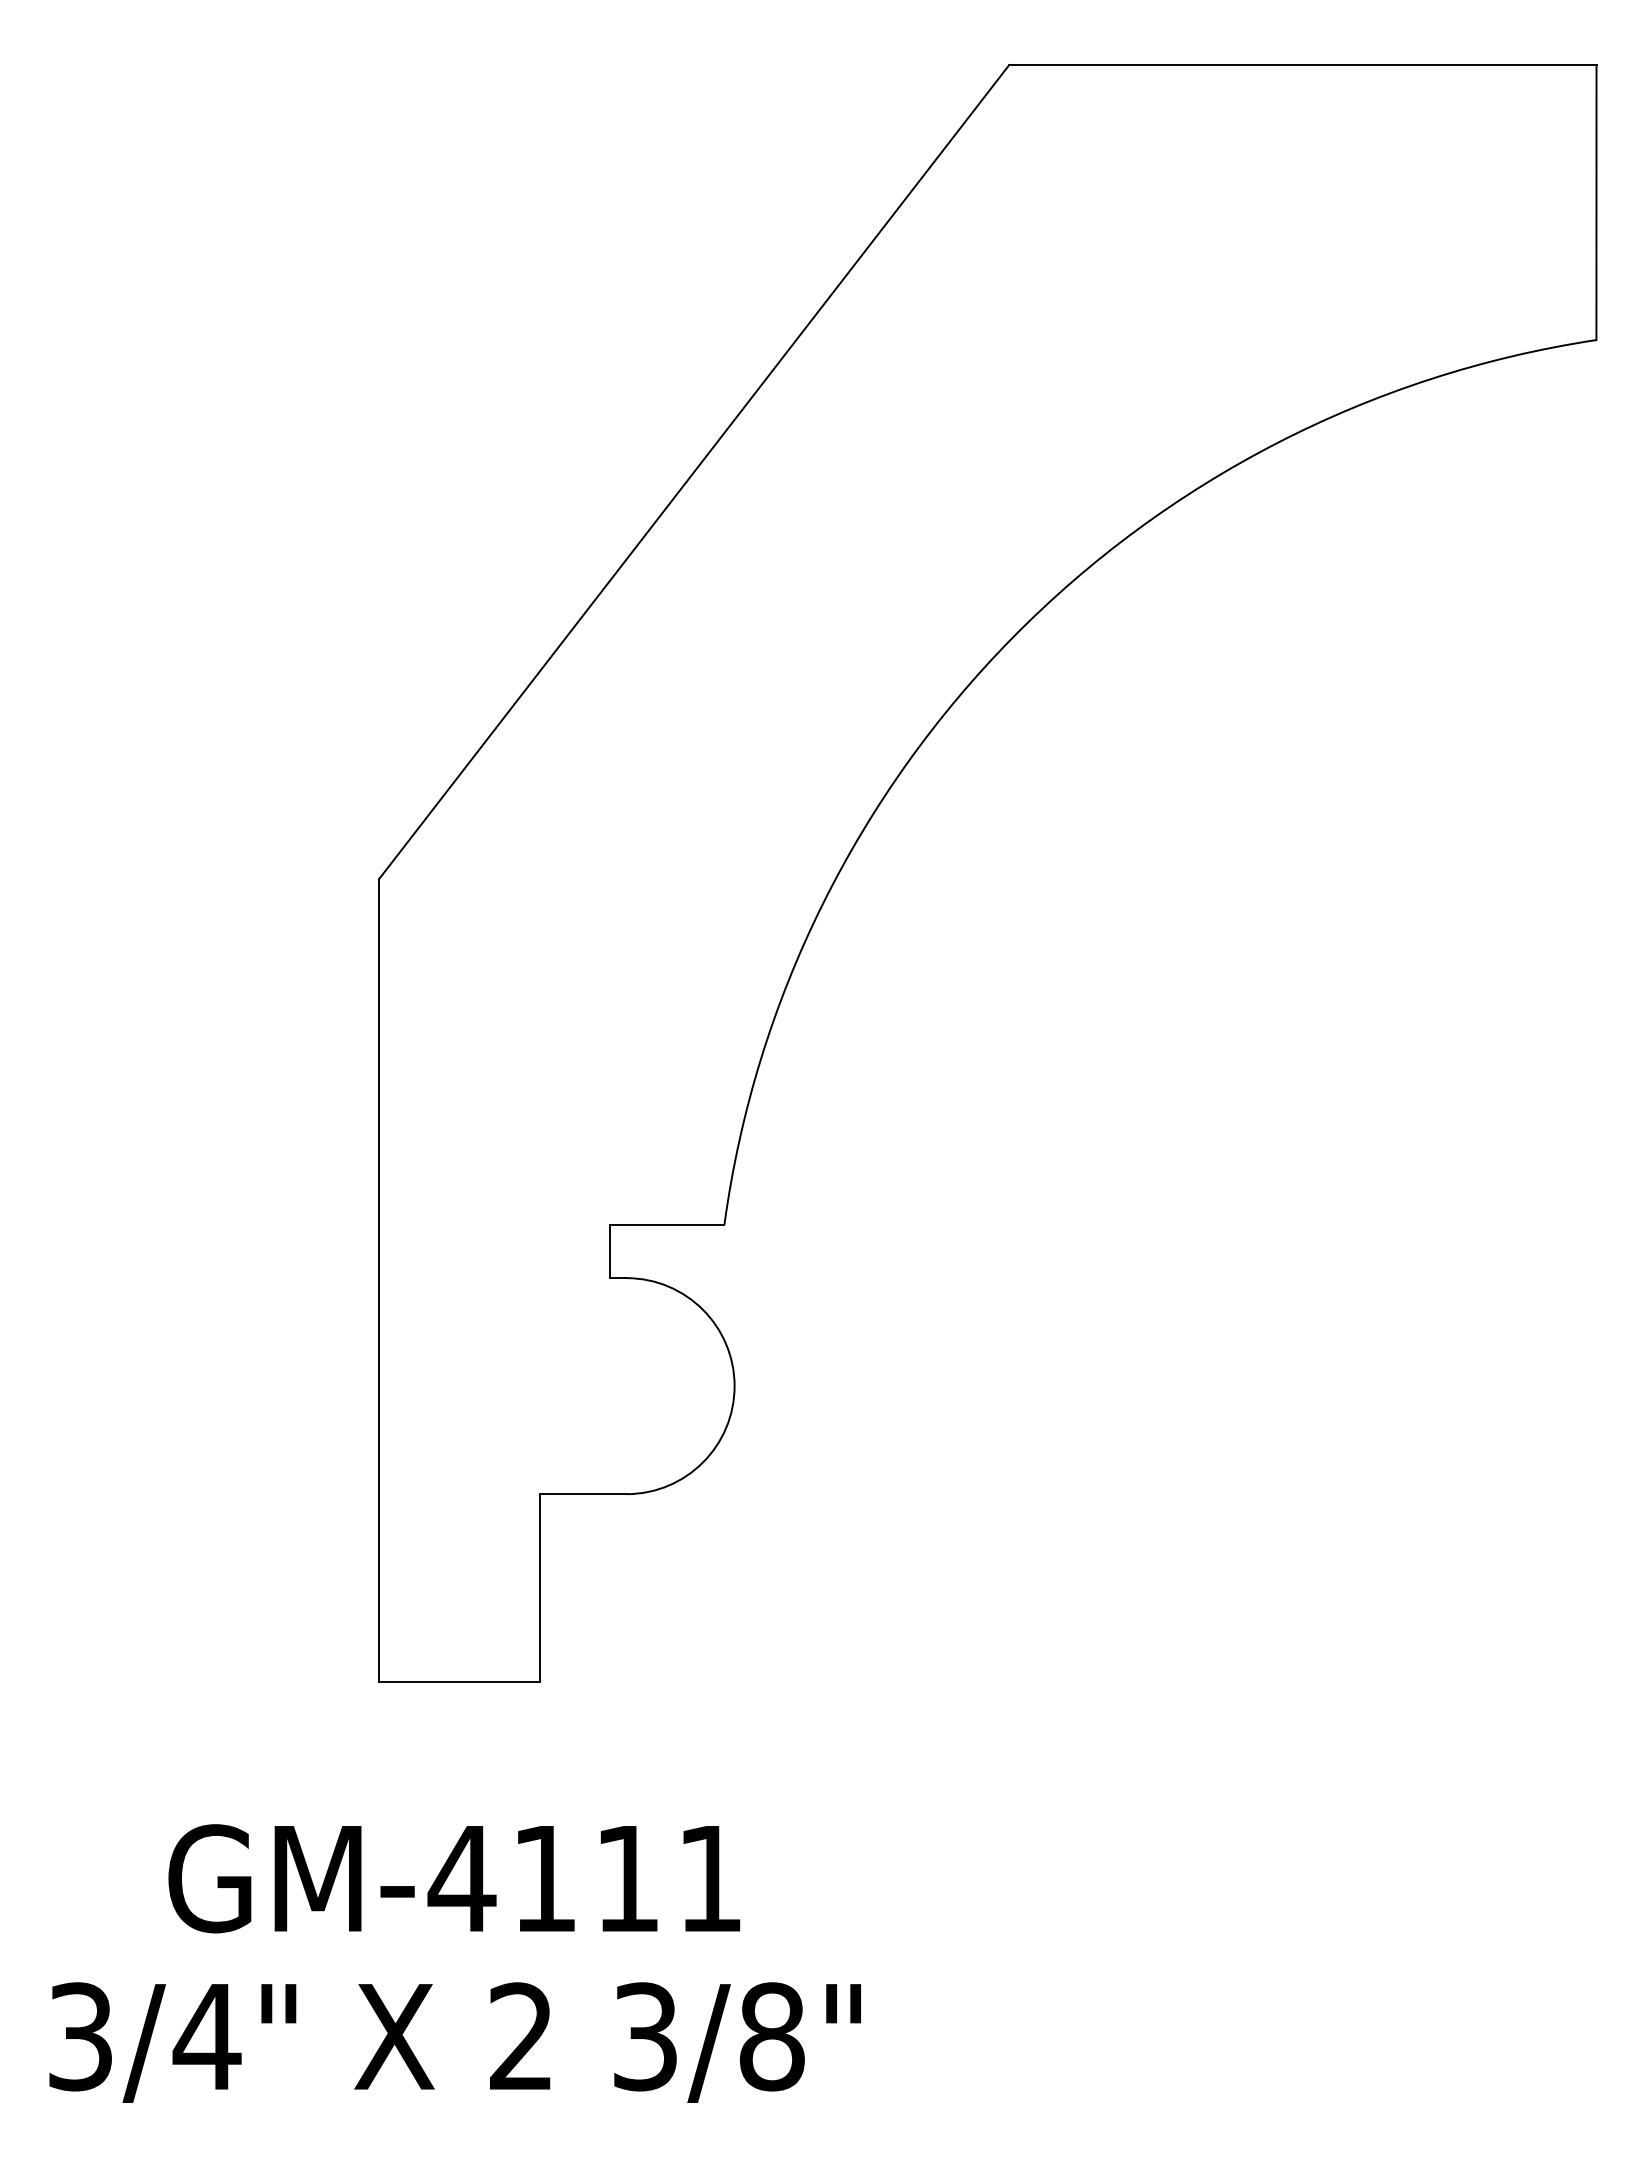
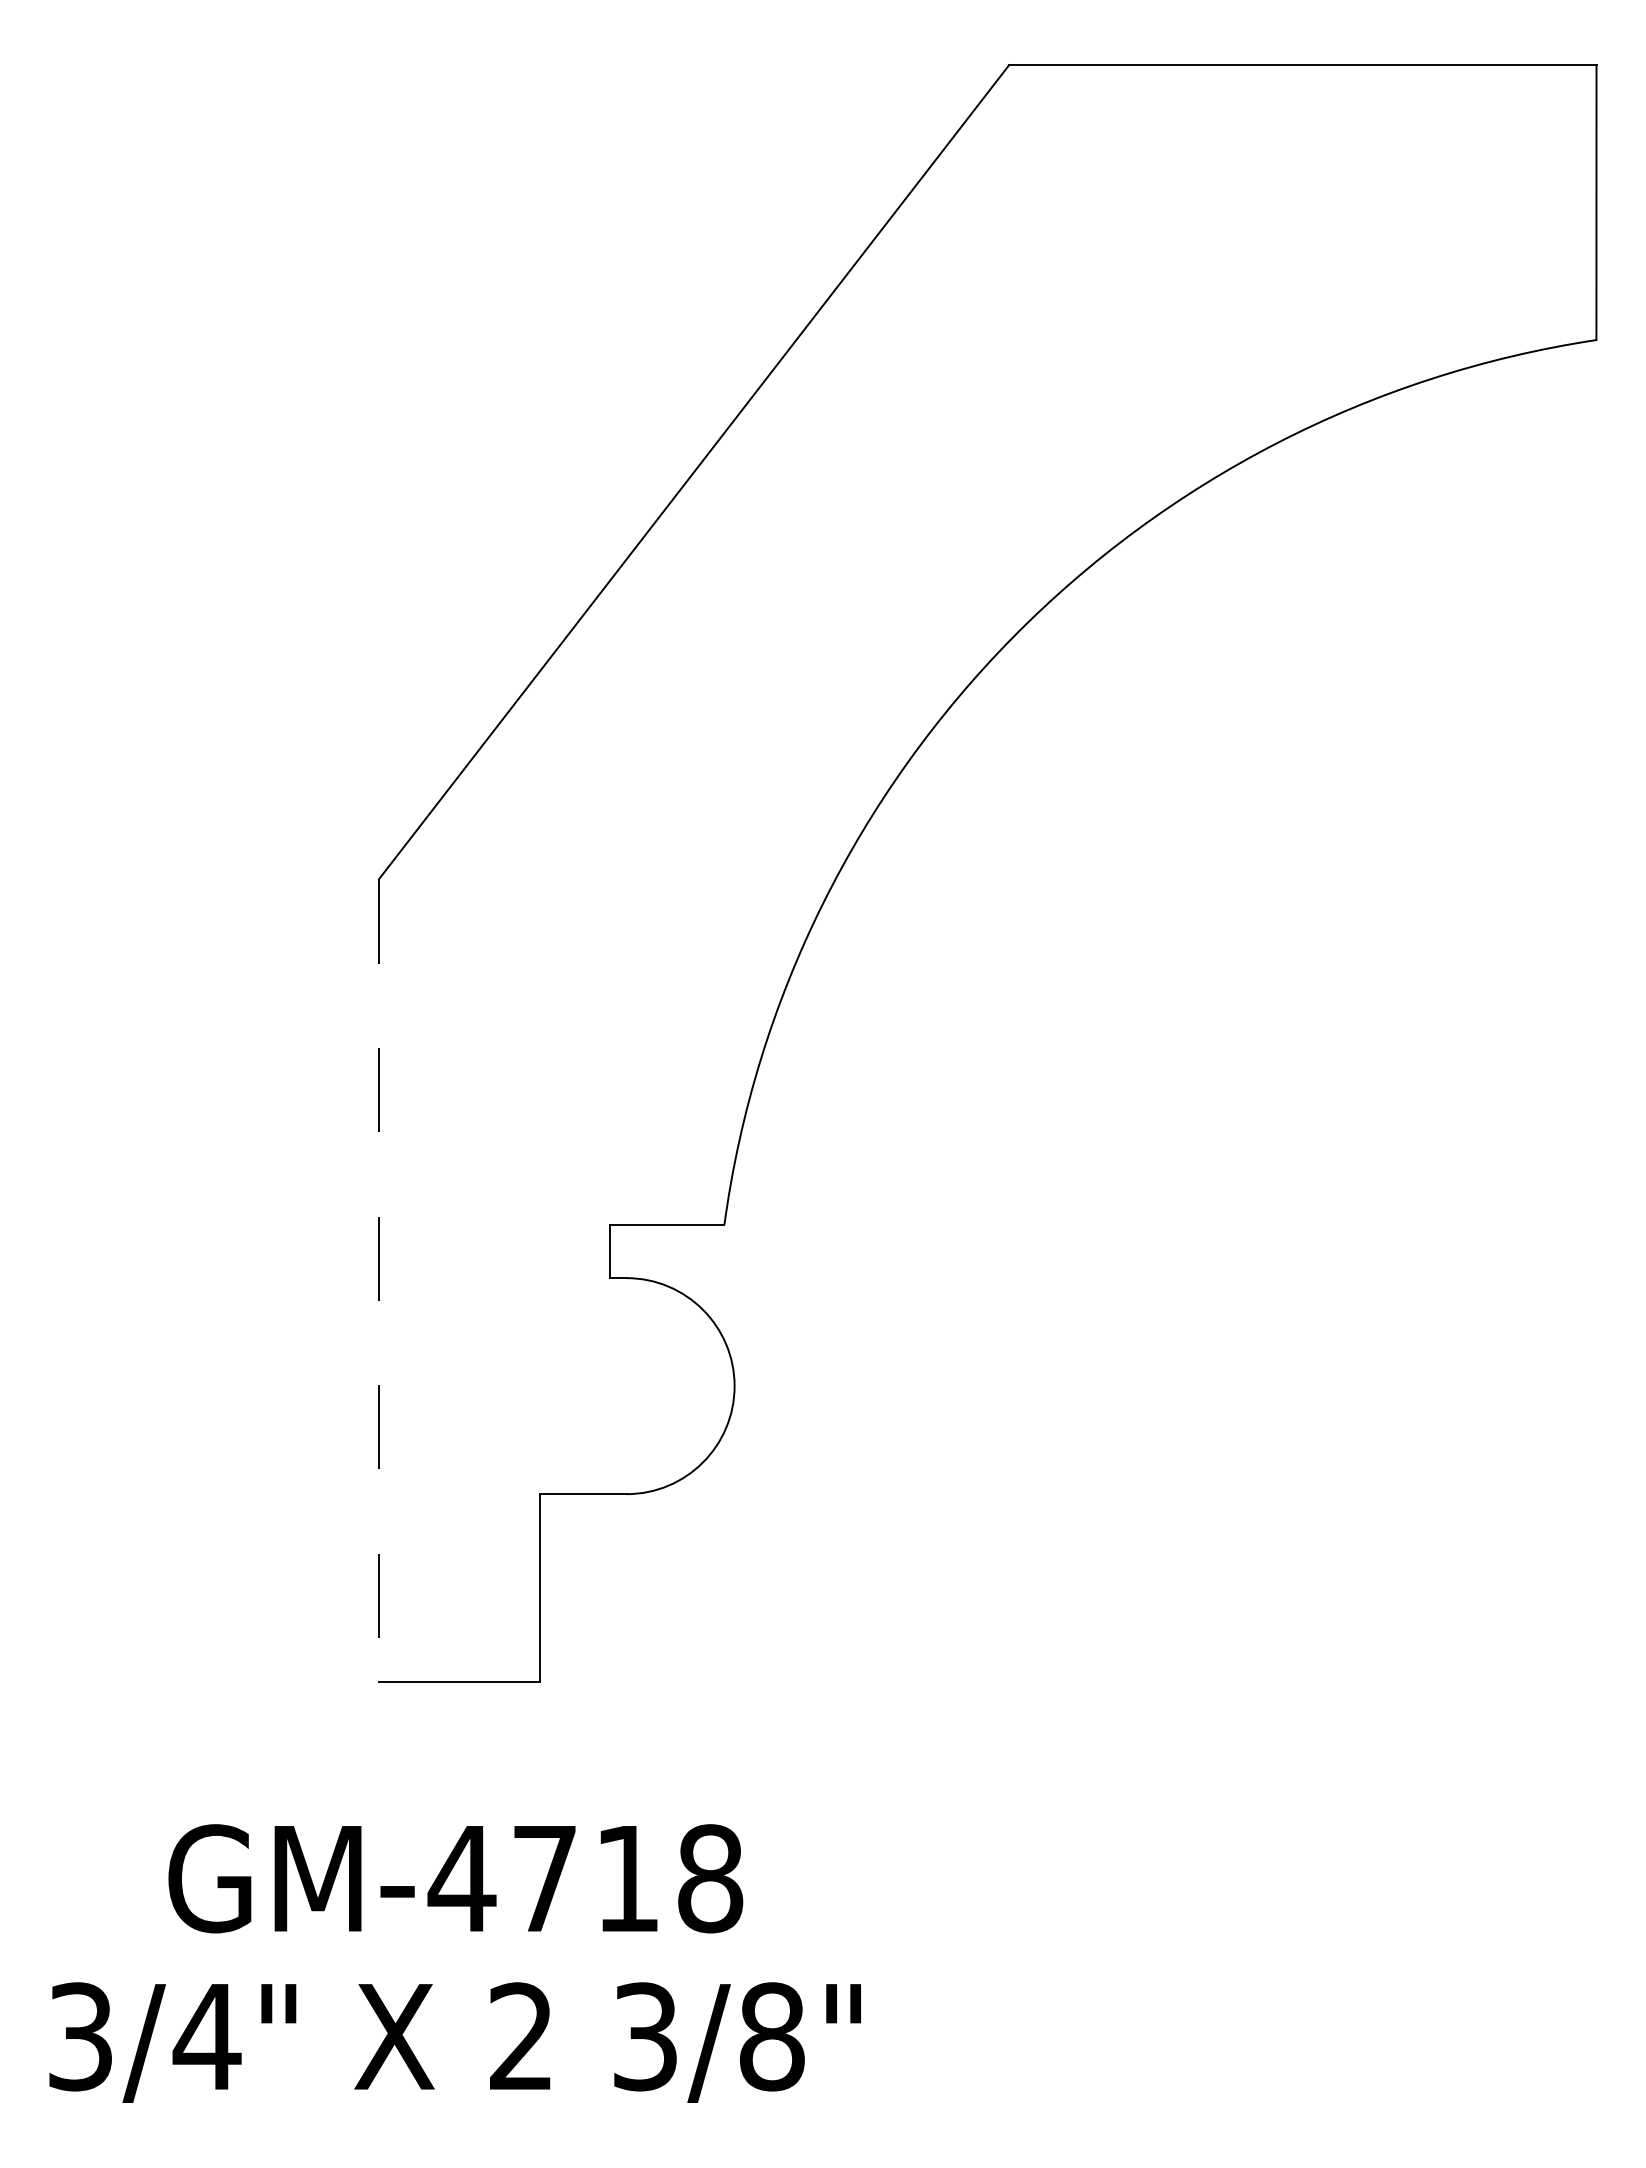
line at (379, 1280): solid -> dashed
text at (628, 1878): GM-4111 -> GM-4718
